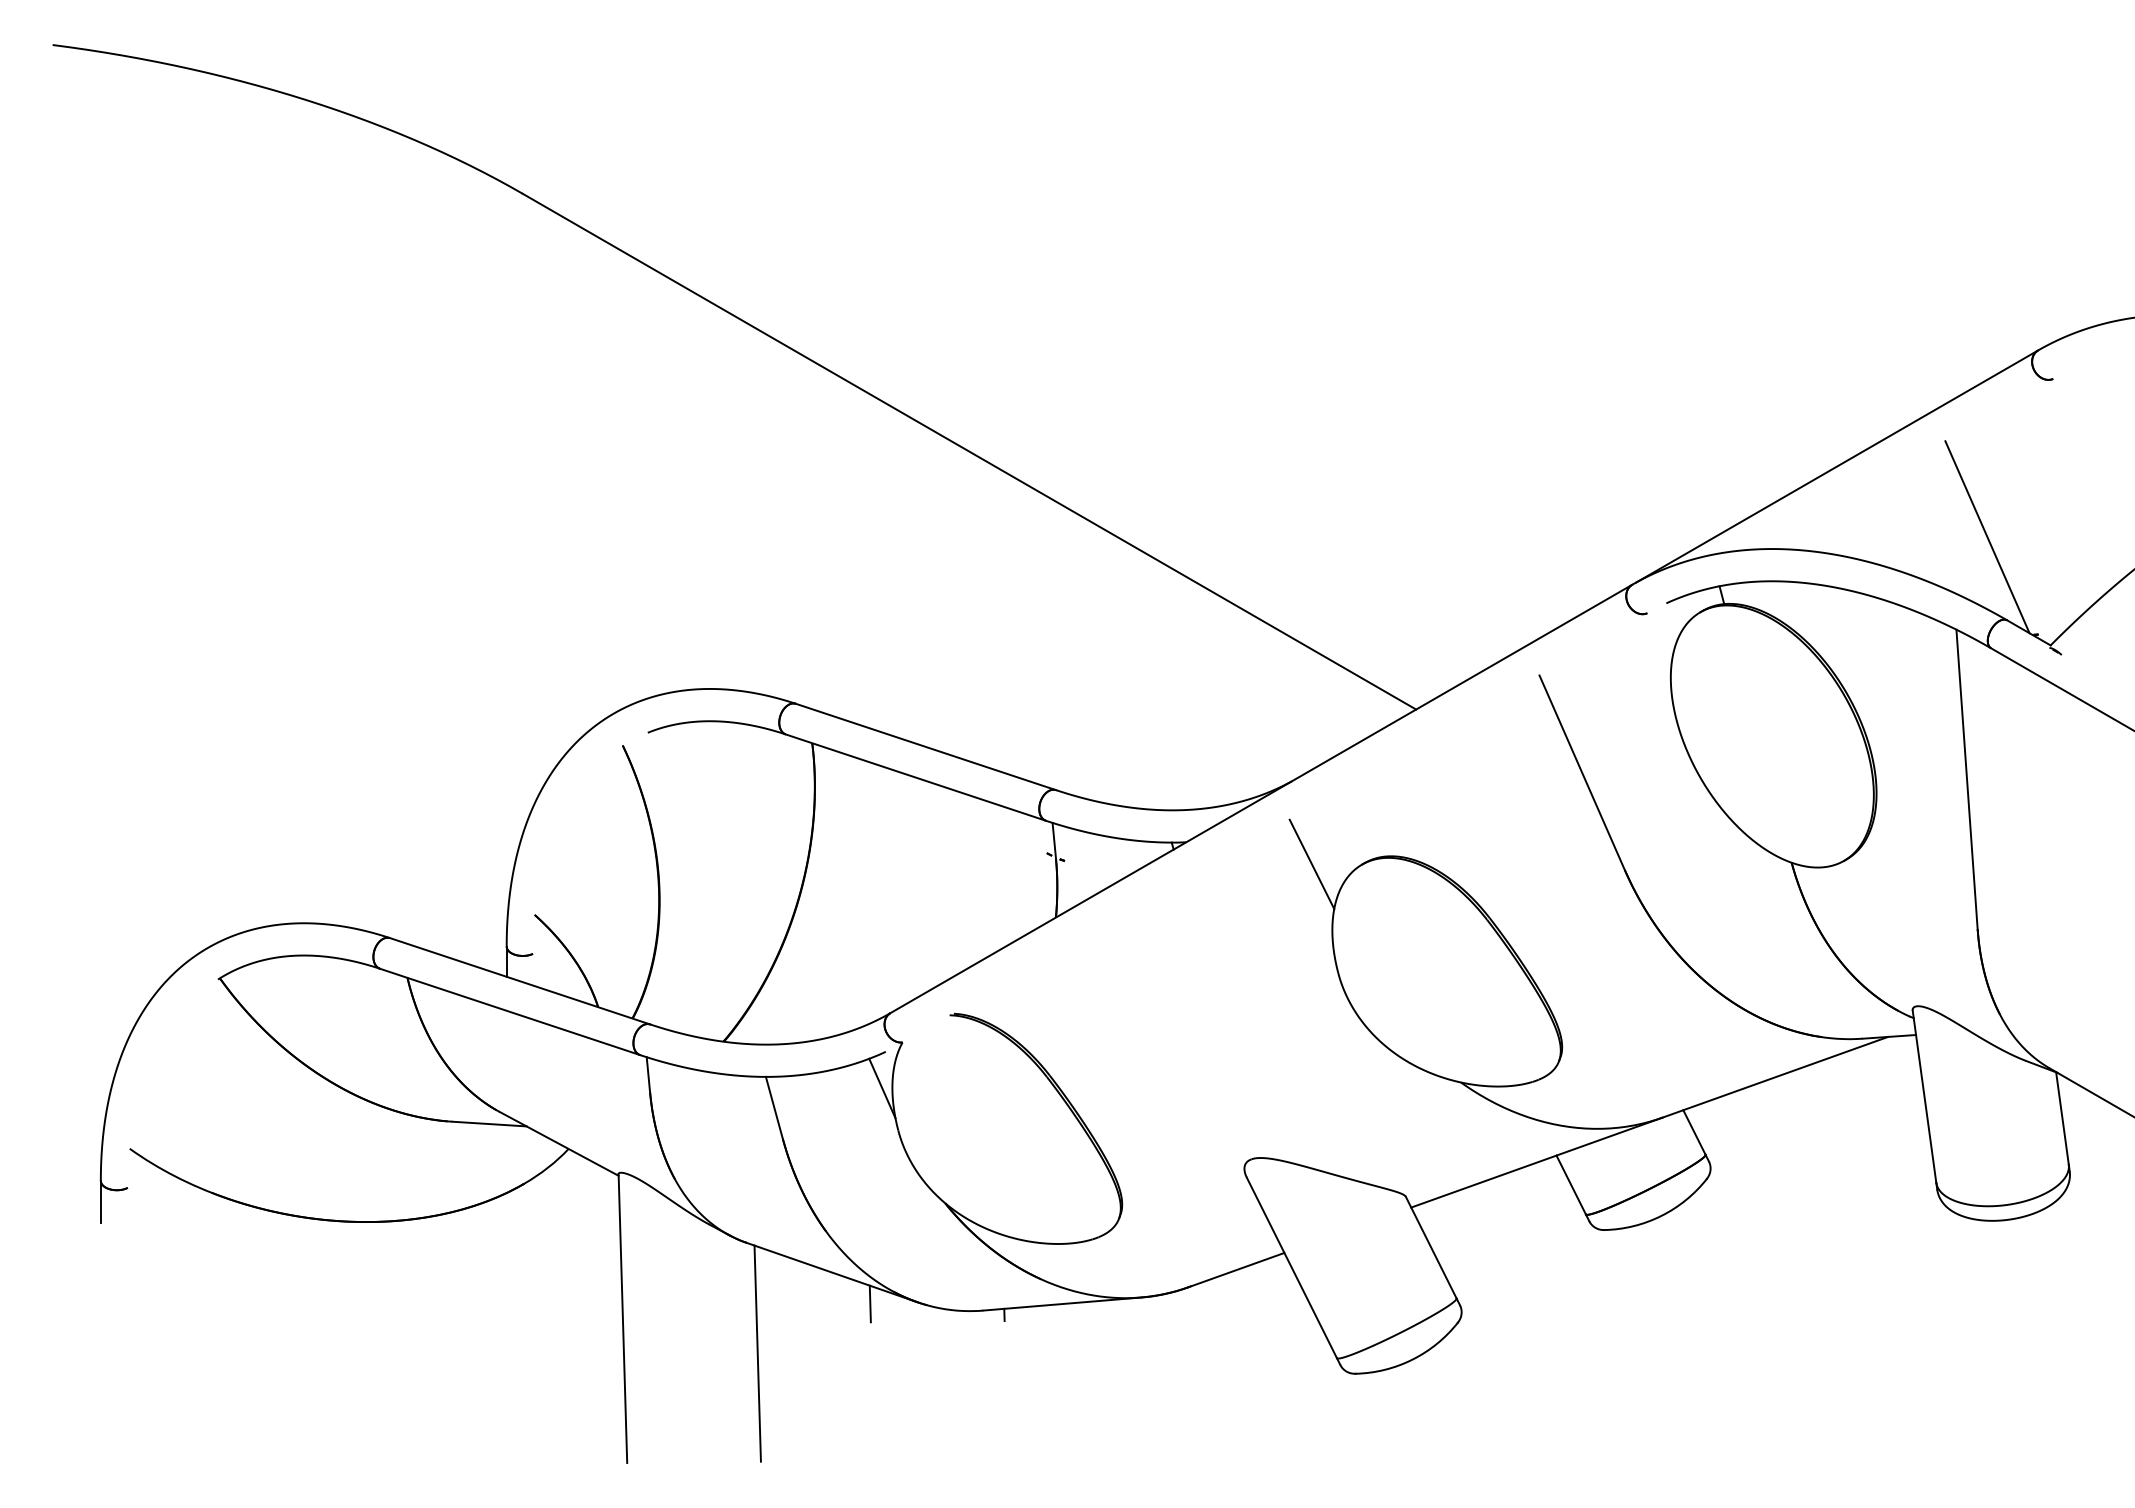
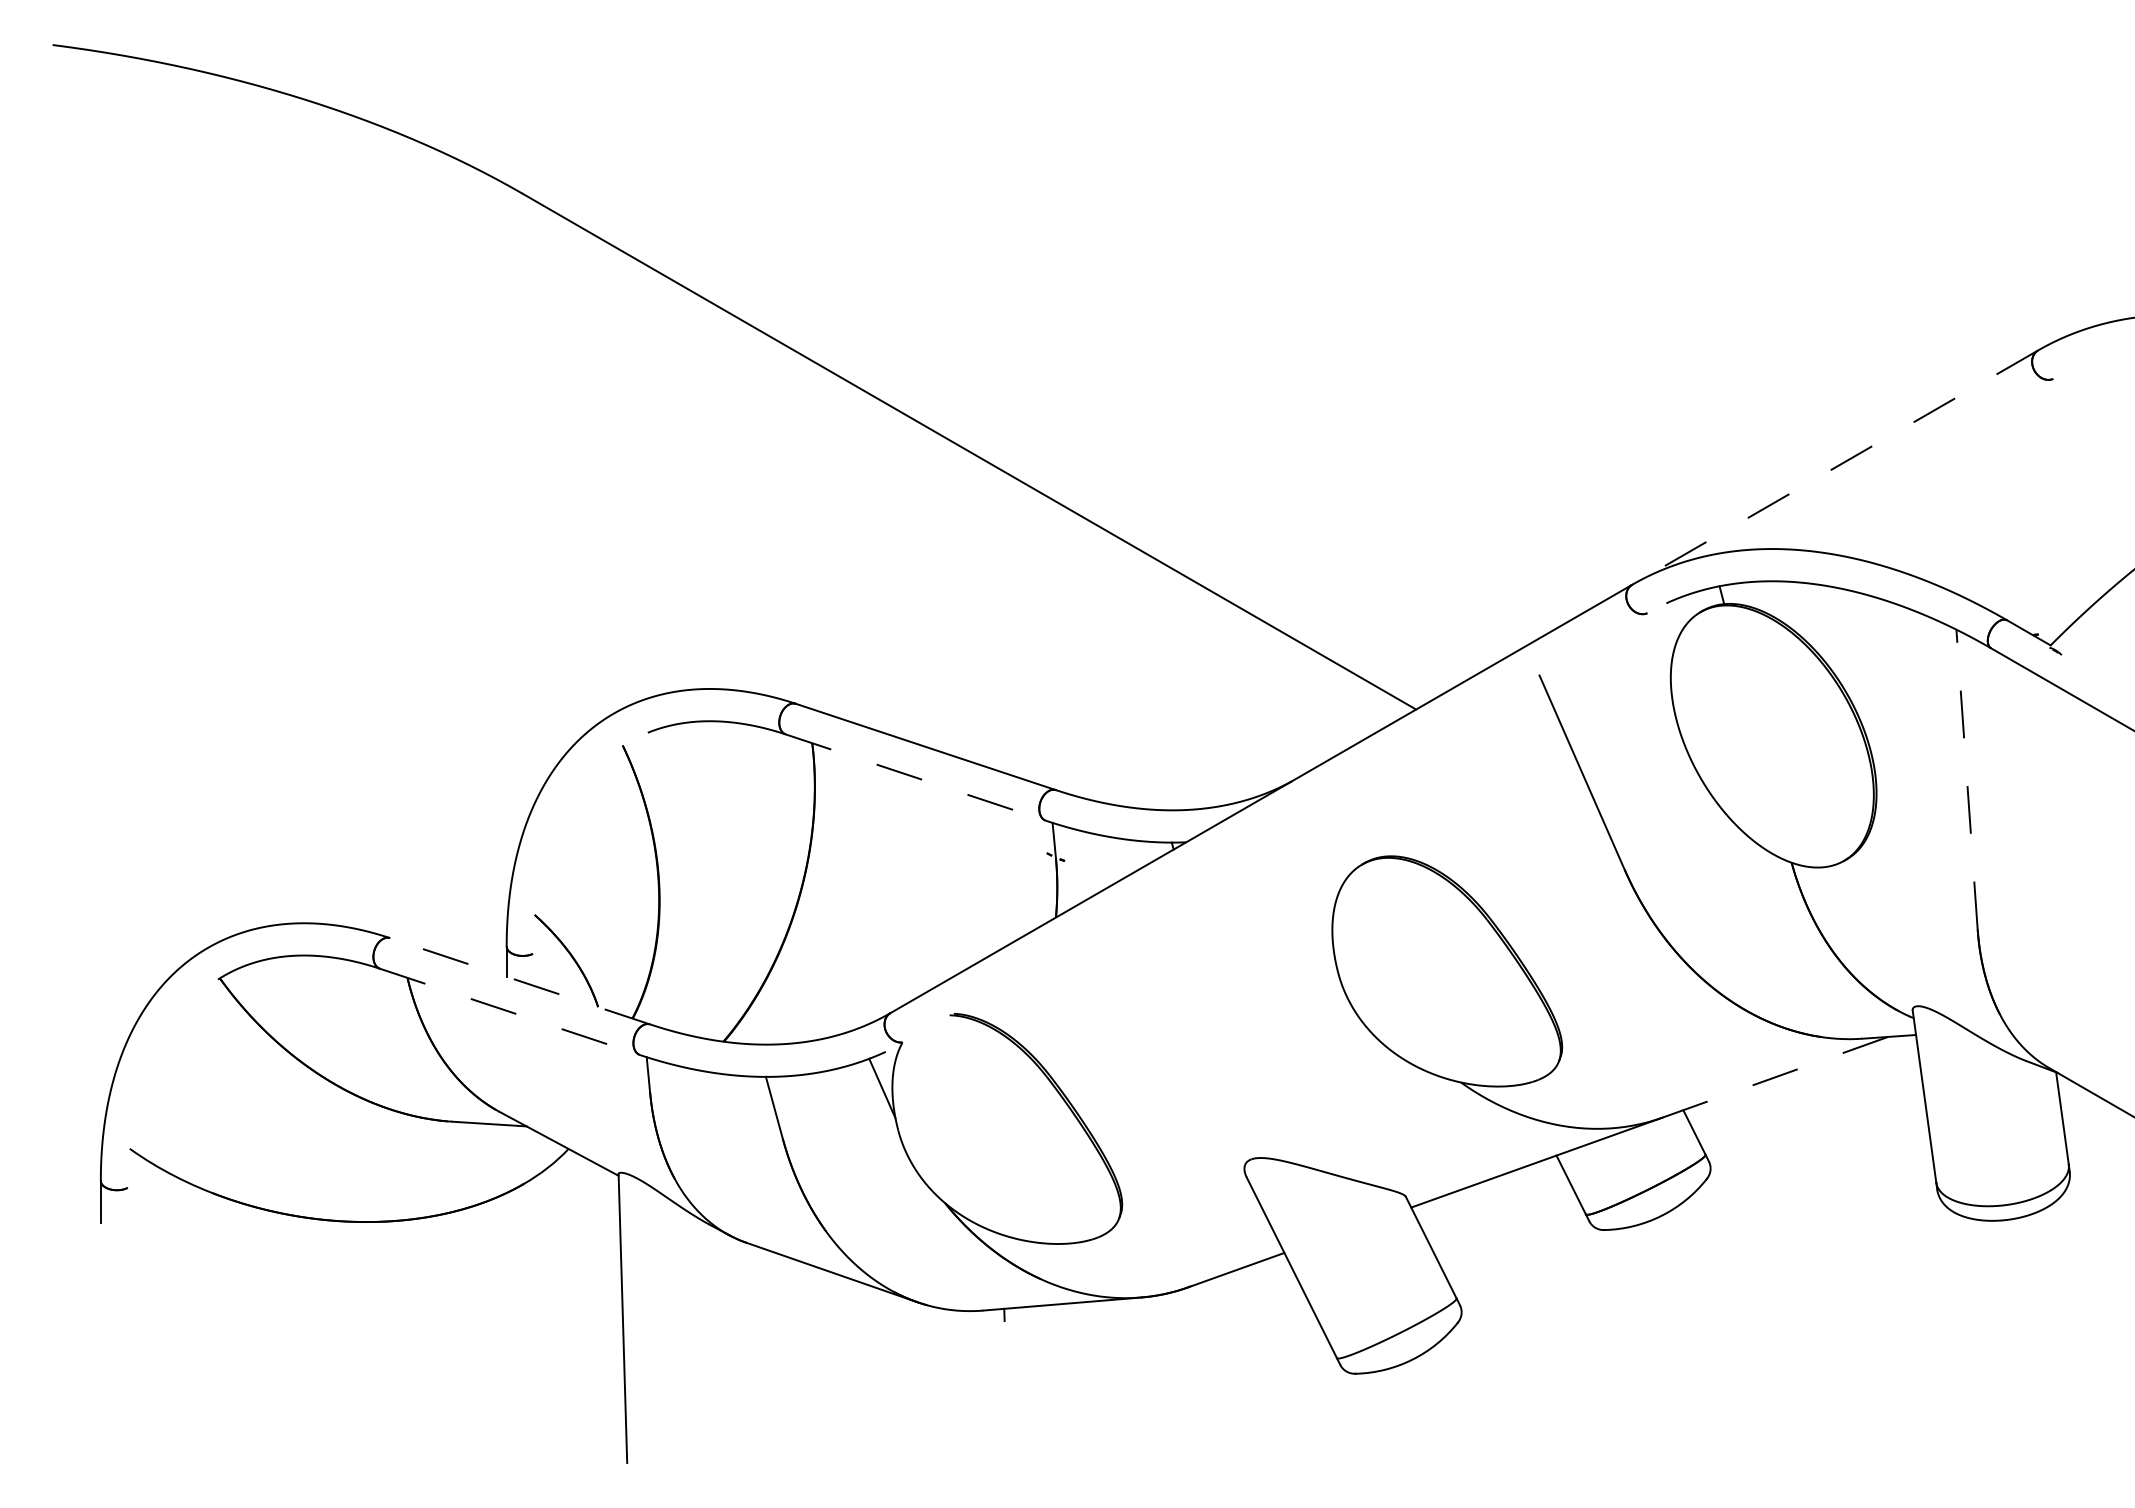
line at (1836, 466): solid -> dashed
line at (1987, 537): present -> none
line at (915, 777): solid -> dashed
line at (1967, 779): solid -> dashed
line at (1311, 863): present -> none
line at (520, 981): solid -> dashed
line at (509, 1011): solid -> dashed
line at (1775, 1077): solid -> dashed
line at (869, 1303): present -> none
line at (757, 1353): present -> none
